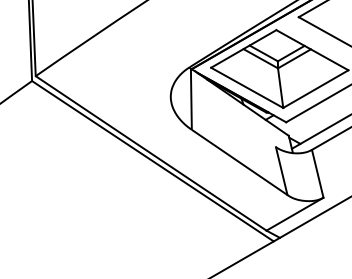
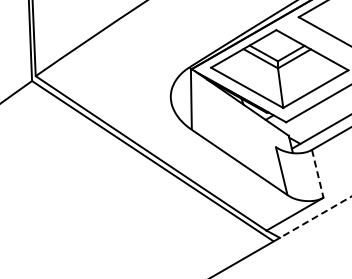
line at (317, 173): solid -> dashed
line at (312, 218): solid -> dashed
